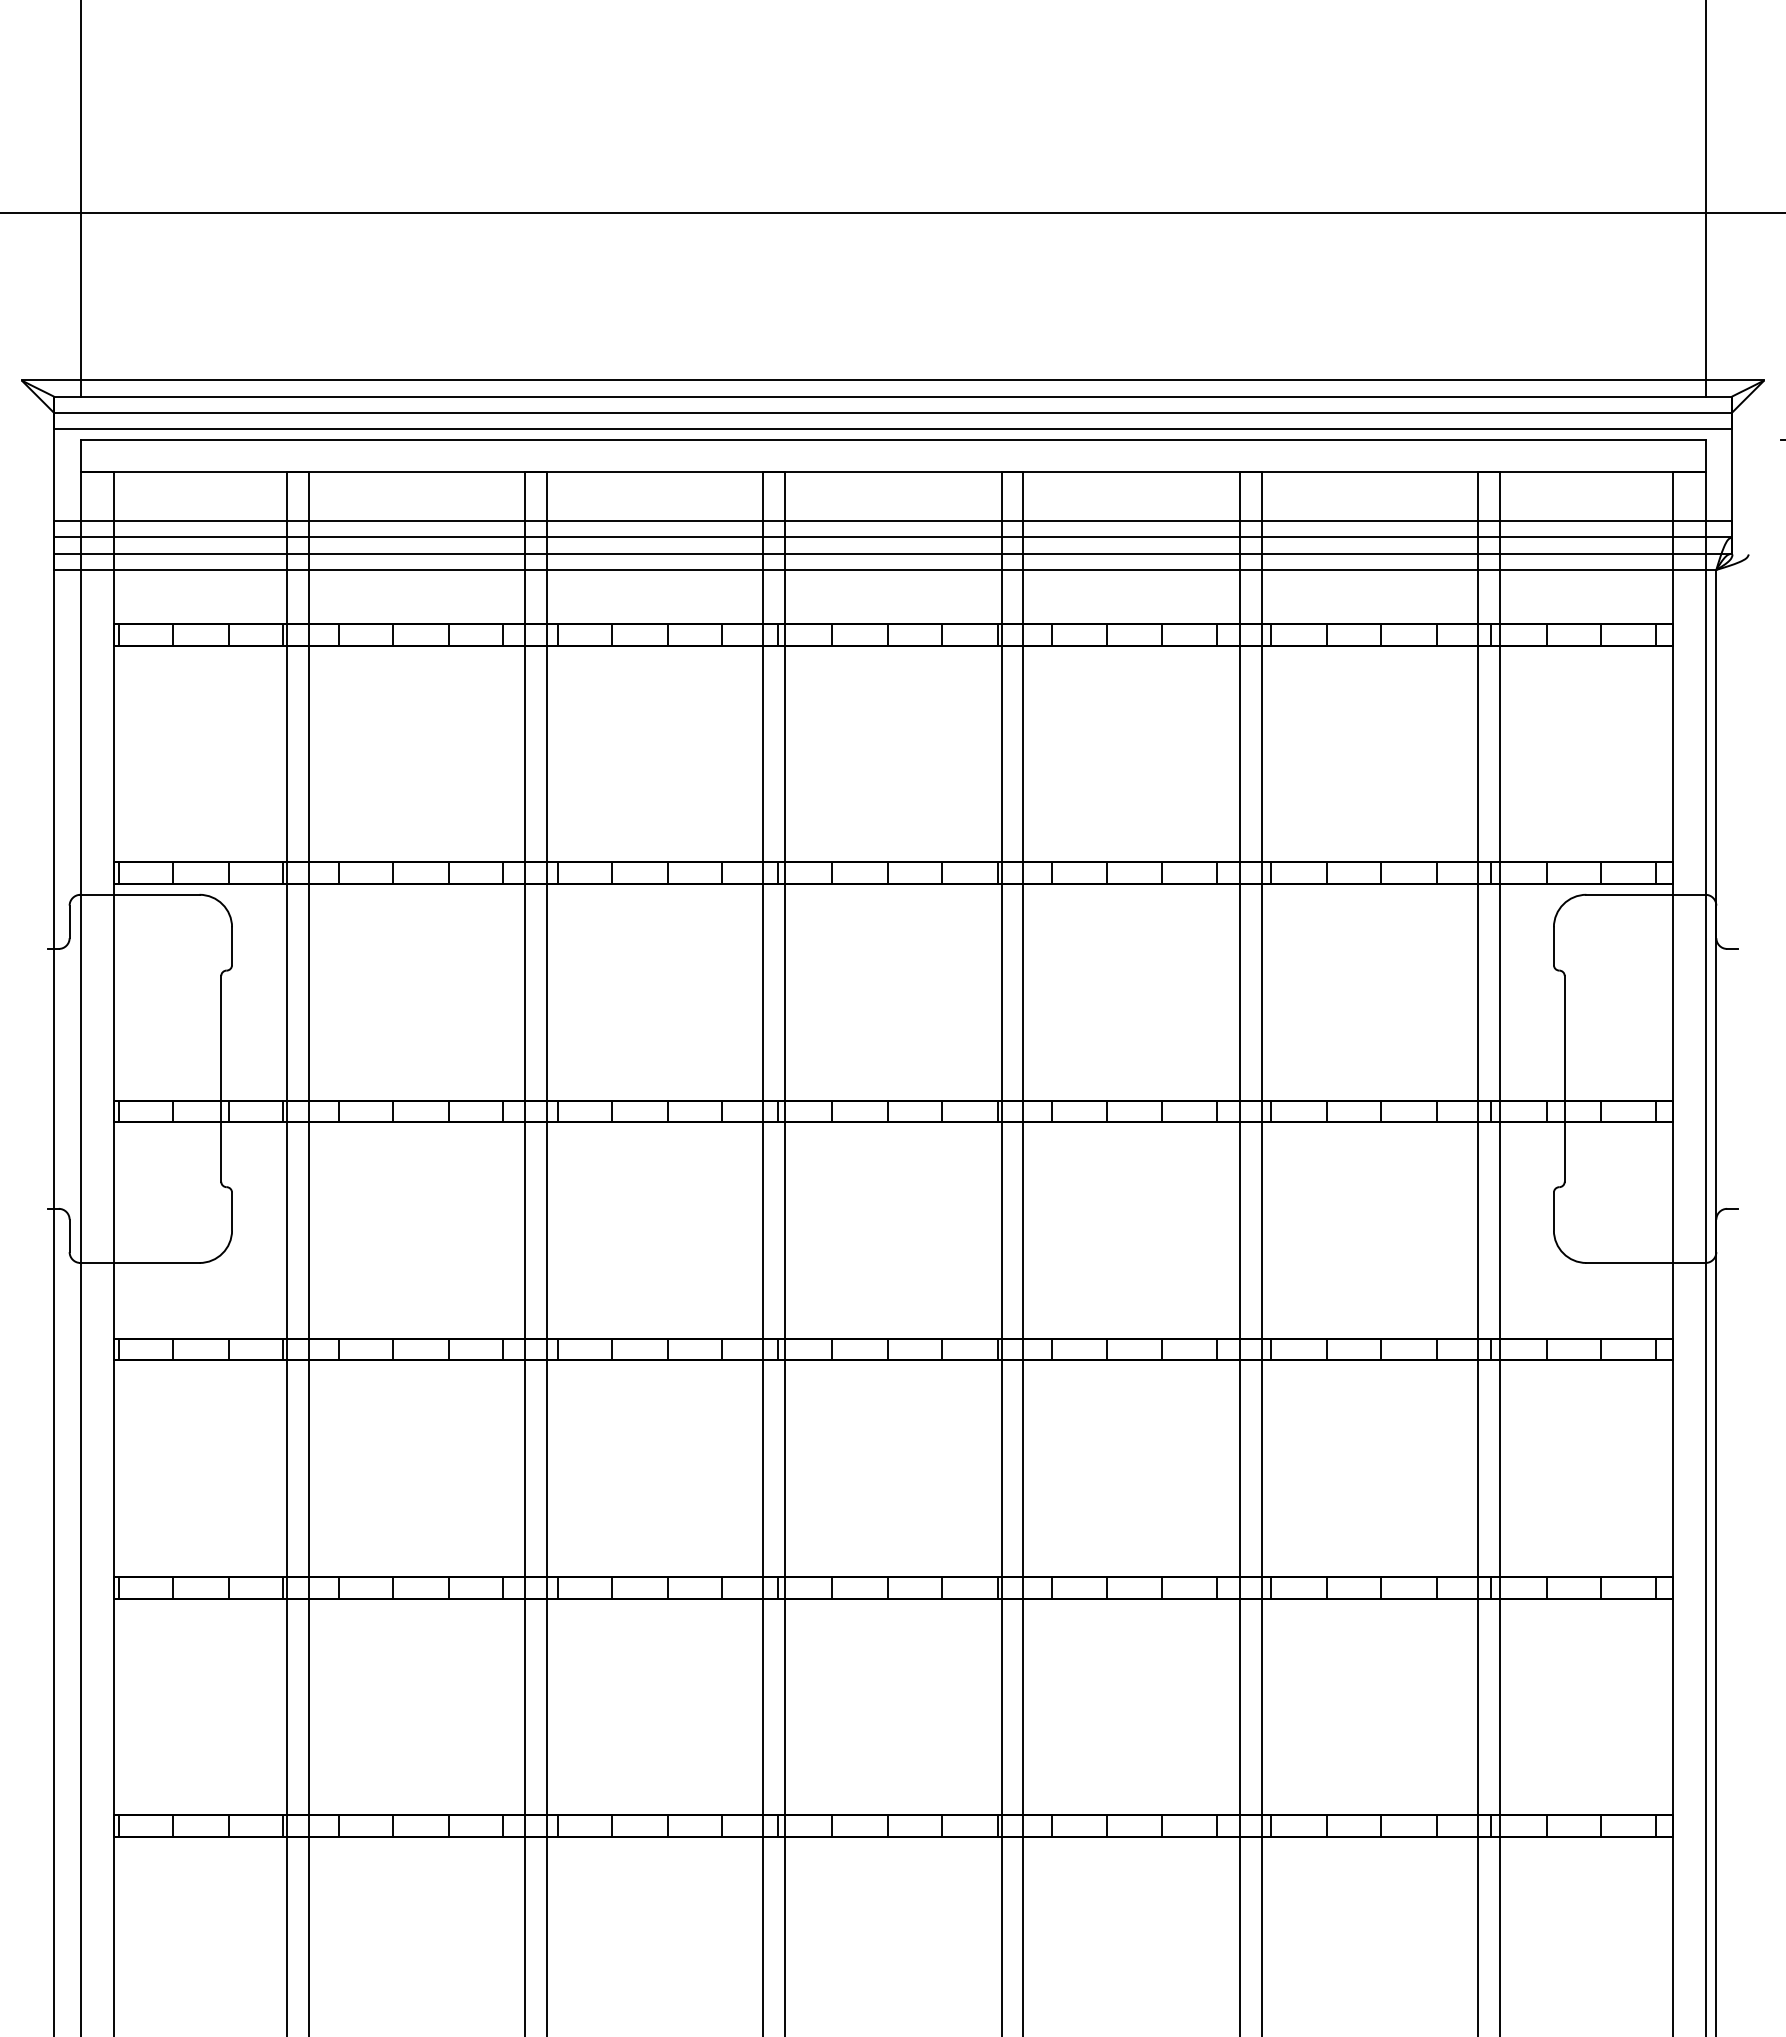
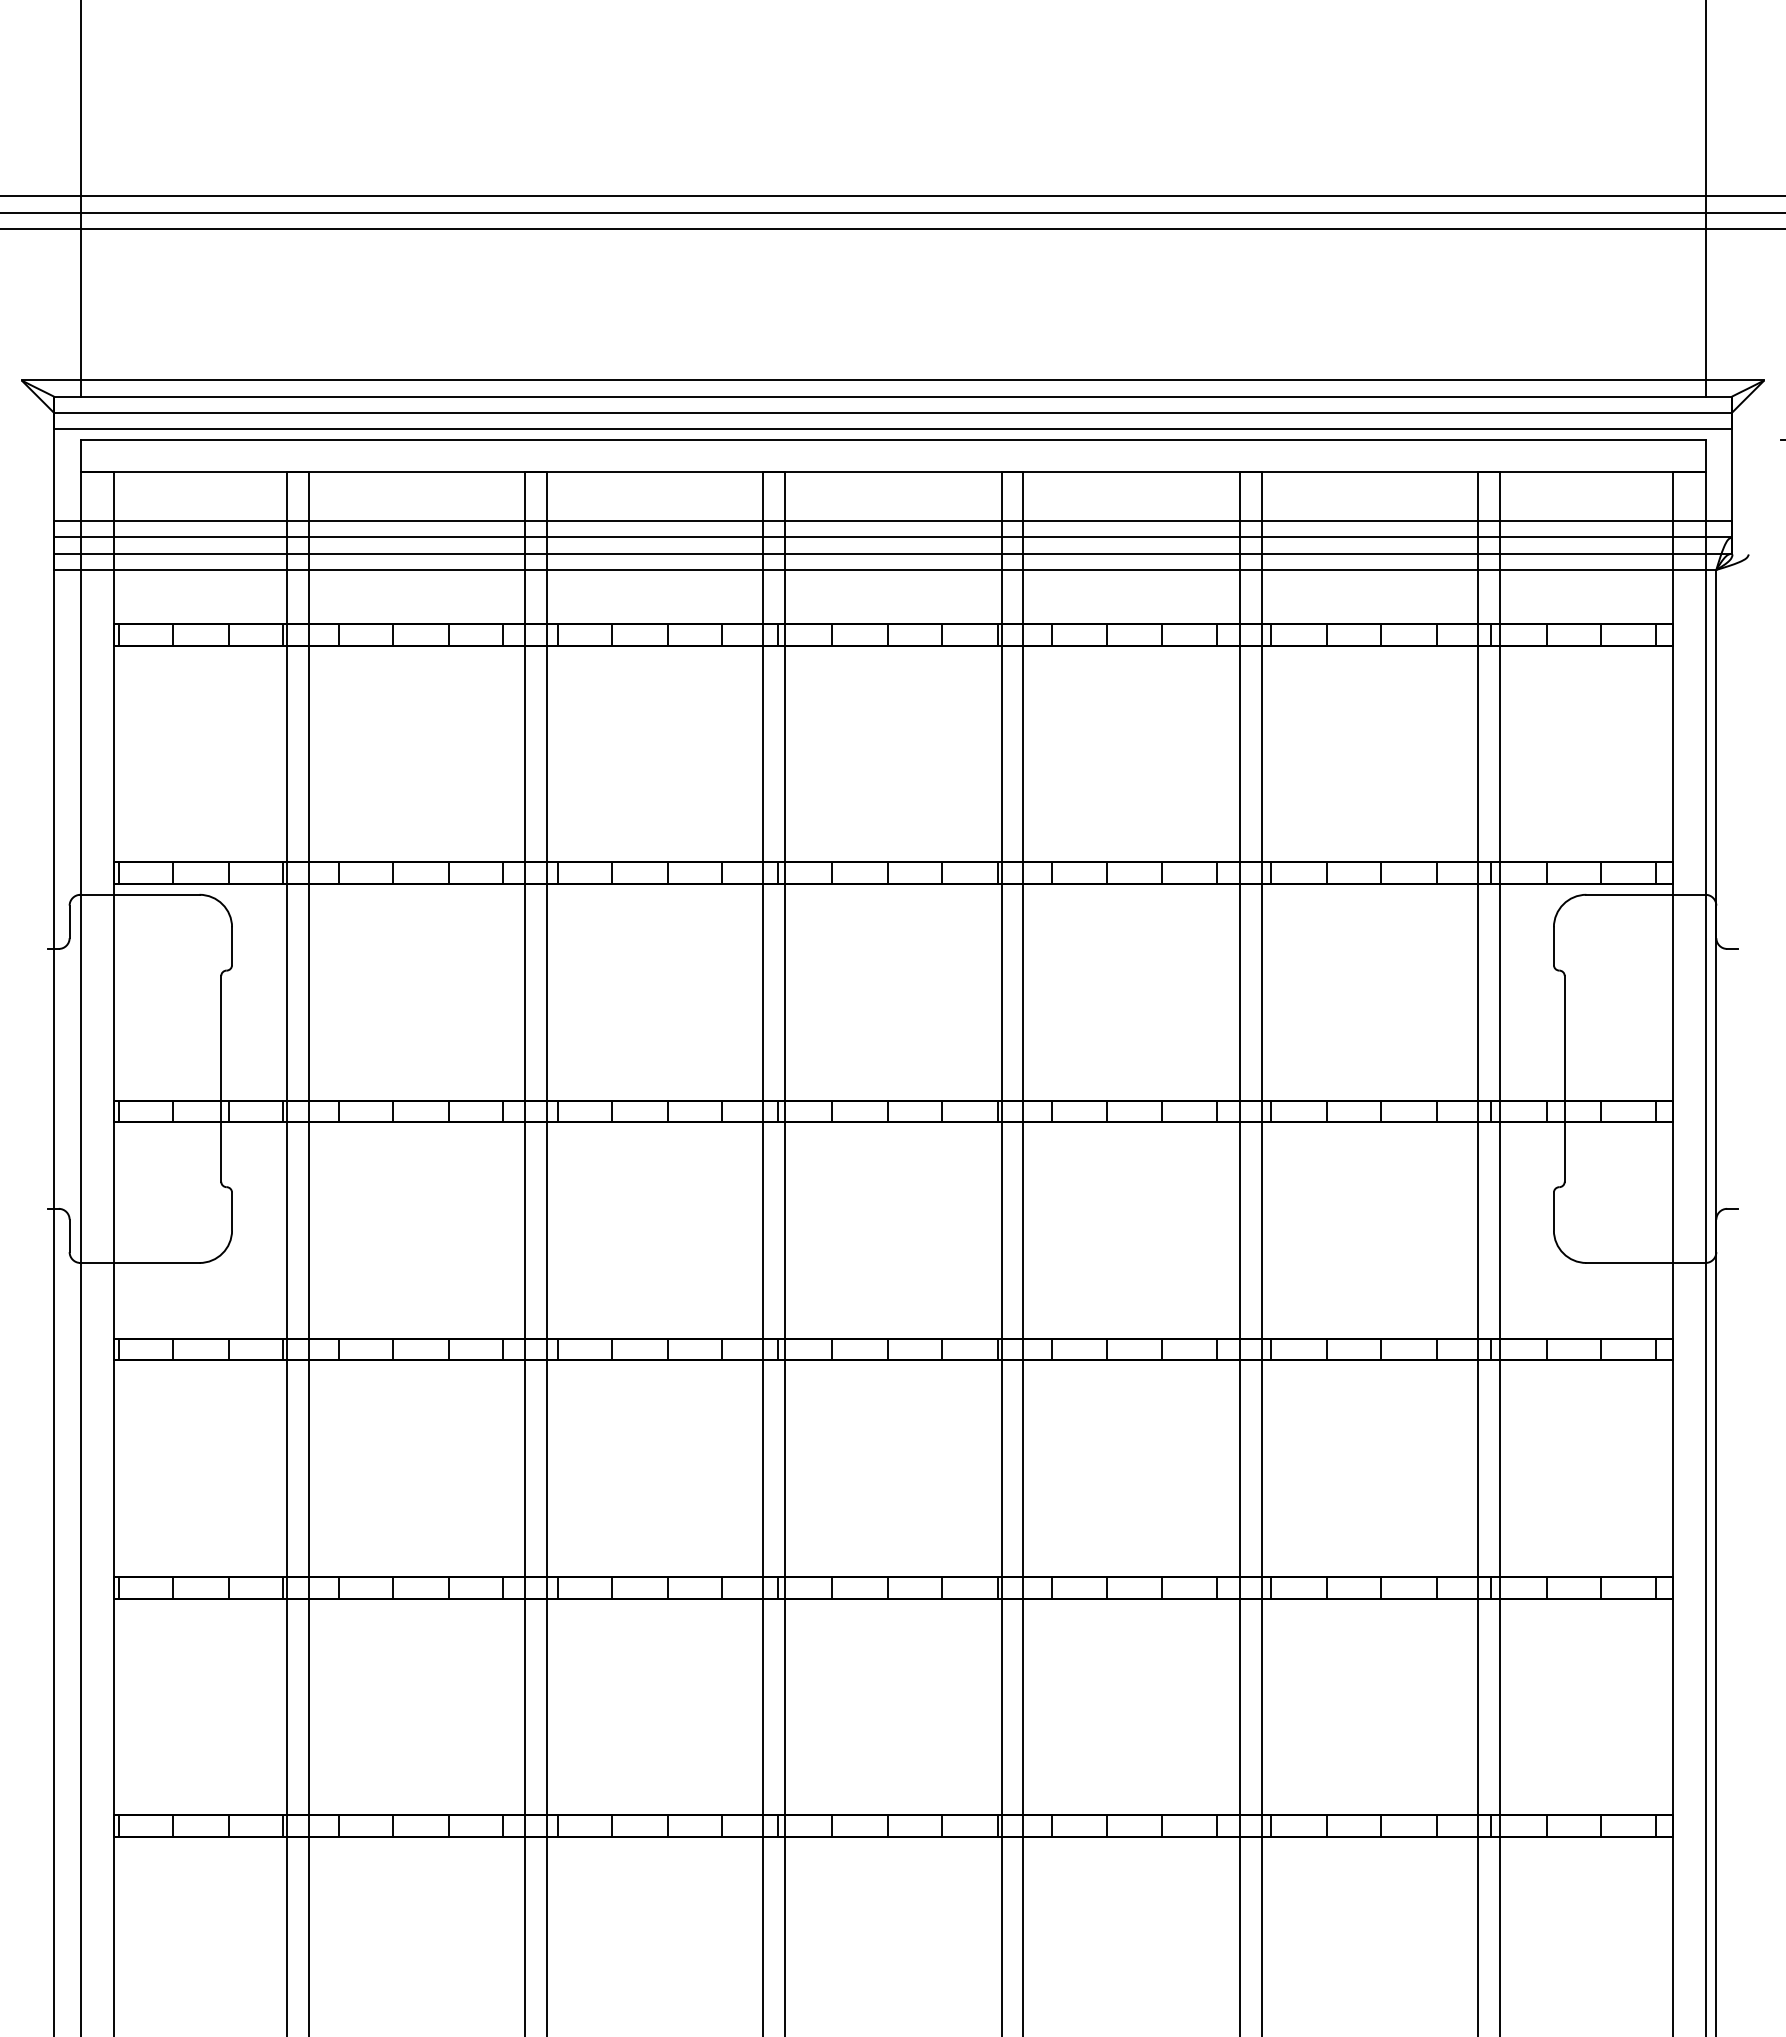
line at (892, 196): none -> present
line at (892, 228): none -> present
